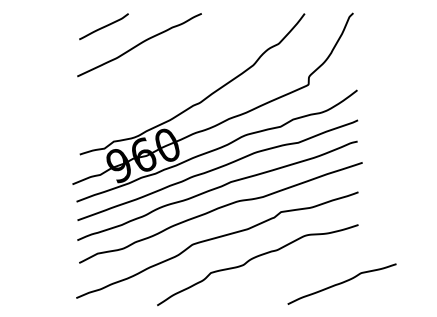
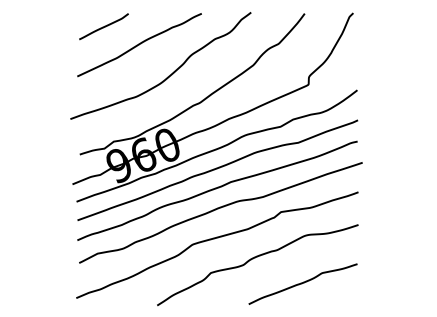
curve at (168, 75): none -> present
curve at (341, 283) position: (341, 283) -> (302, 283)
